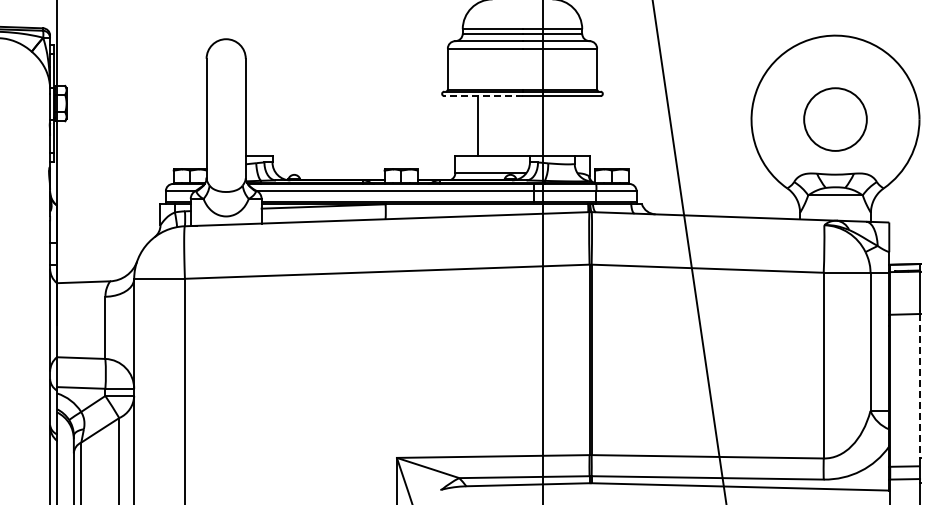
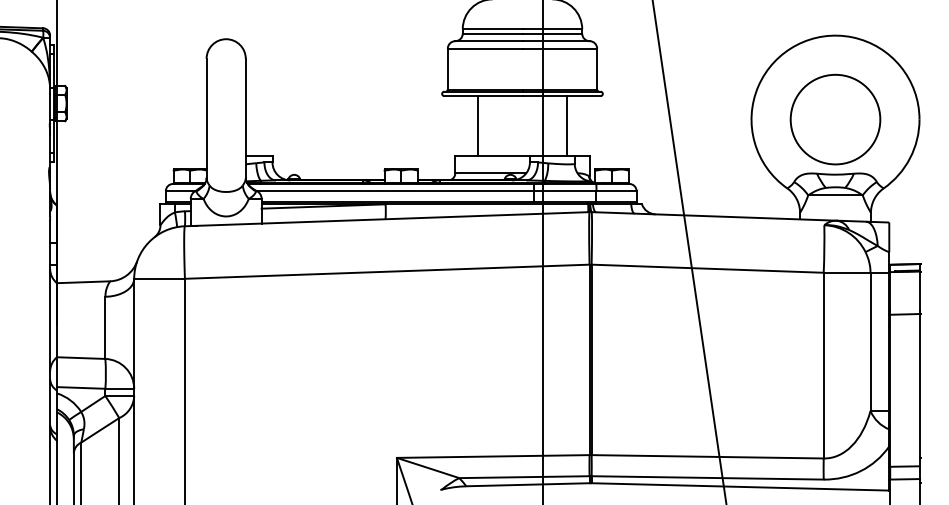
line at (482, 96): dashed -> solid
circle at (835, 119) size: 65x65 px -> 93x93 px
line at (567, 125): none -> present
line at (920, 385): dashed -> solid
